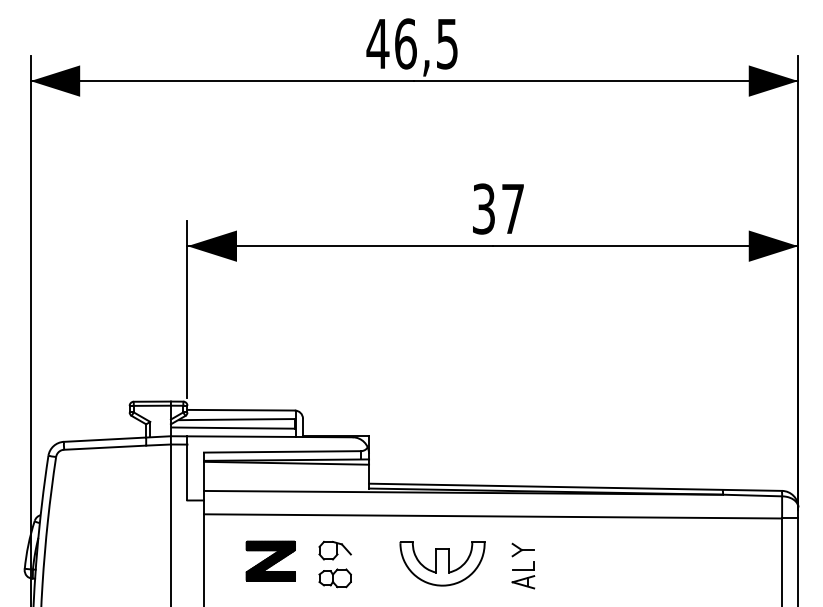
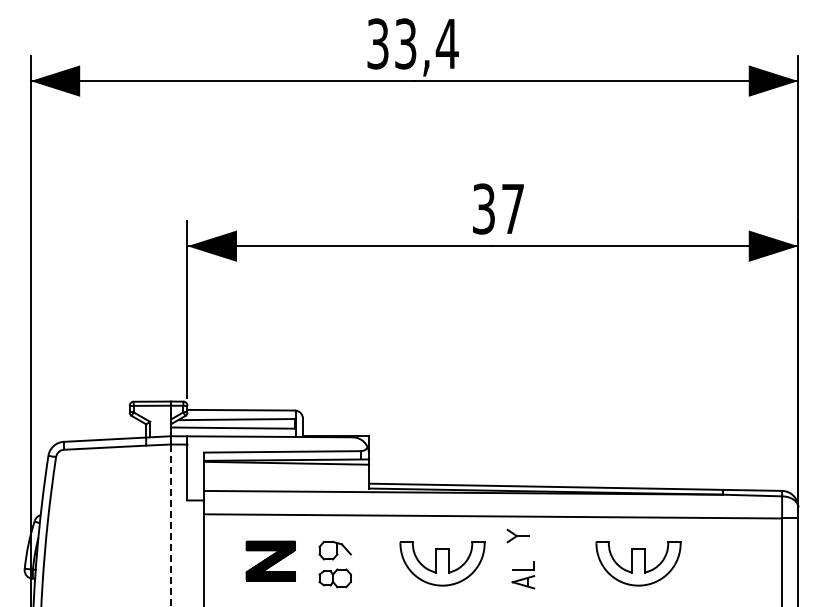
text at (412, 43): 46,5 -> 33,4
line at (170, 525): solid -> dashed
part at (522, 549) position: (522, 549) -> (517, 535)
part at (638, 563): none -> present
